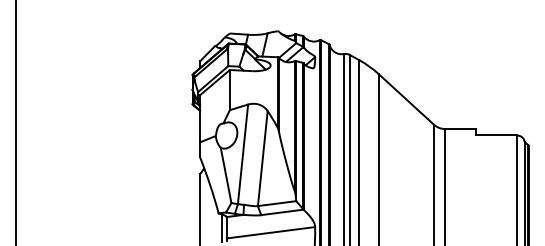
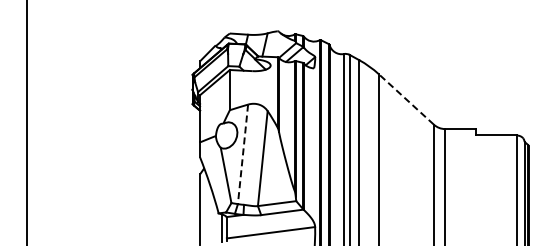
line at (405, 99): solid -> dashed
line at (16, 122) position: (16, 122) -> (27, 122)
line at (242, 154): solid -> dashed
